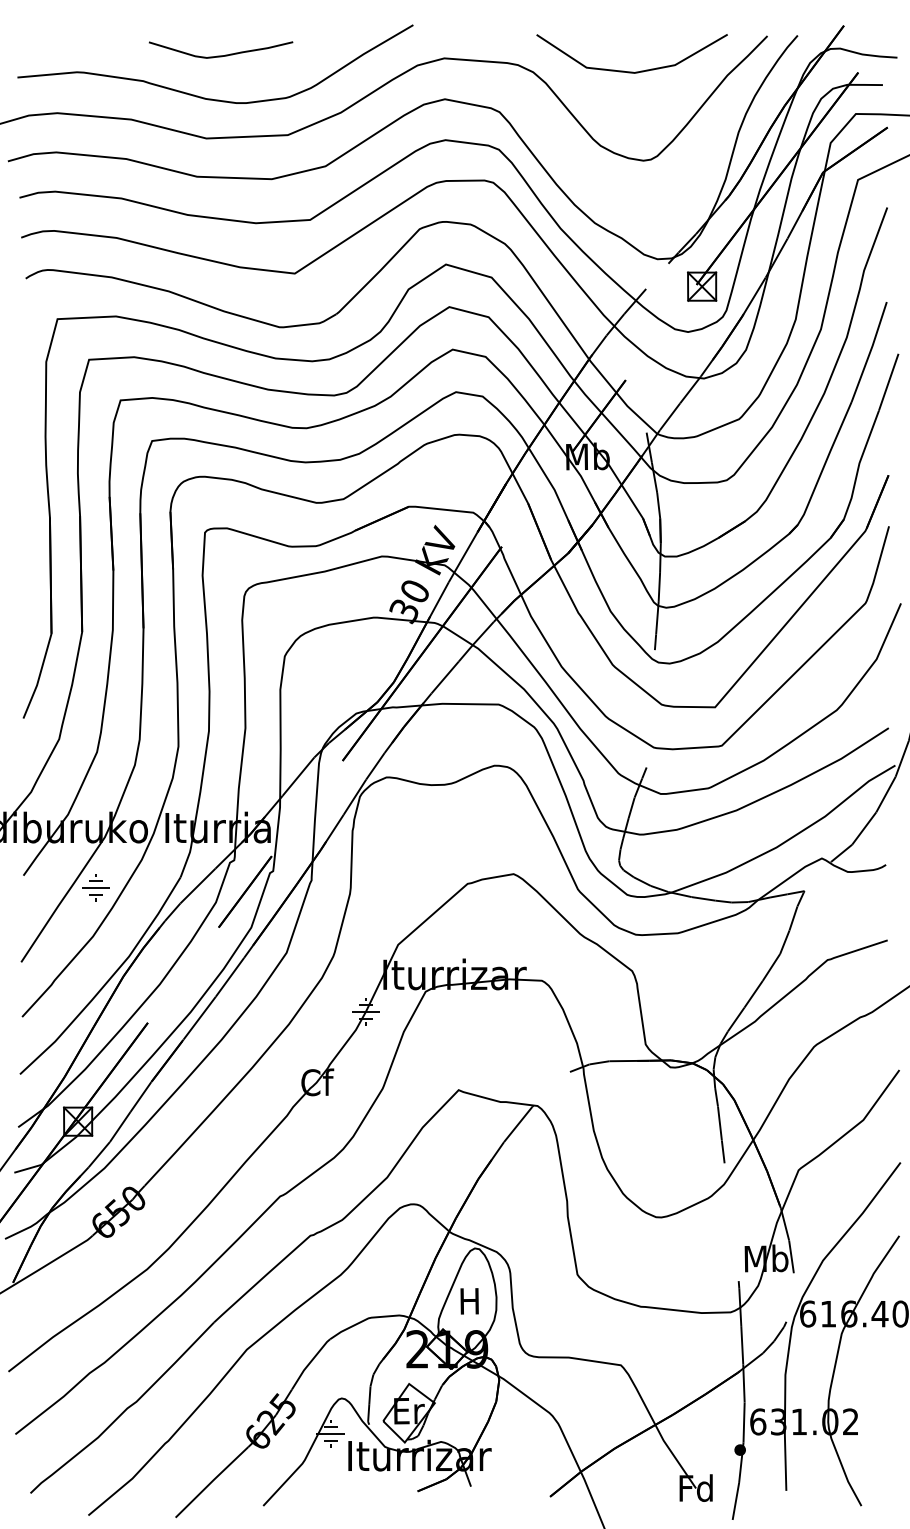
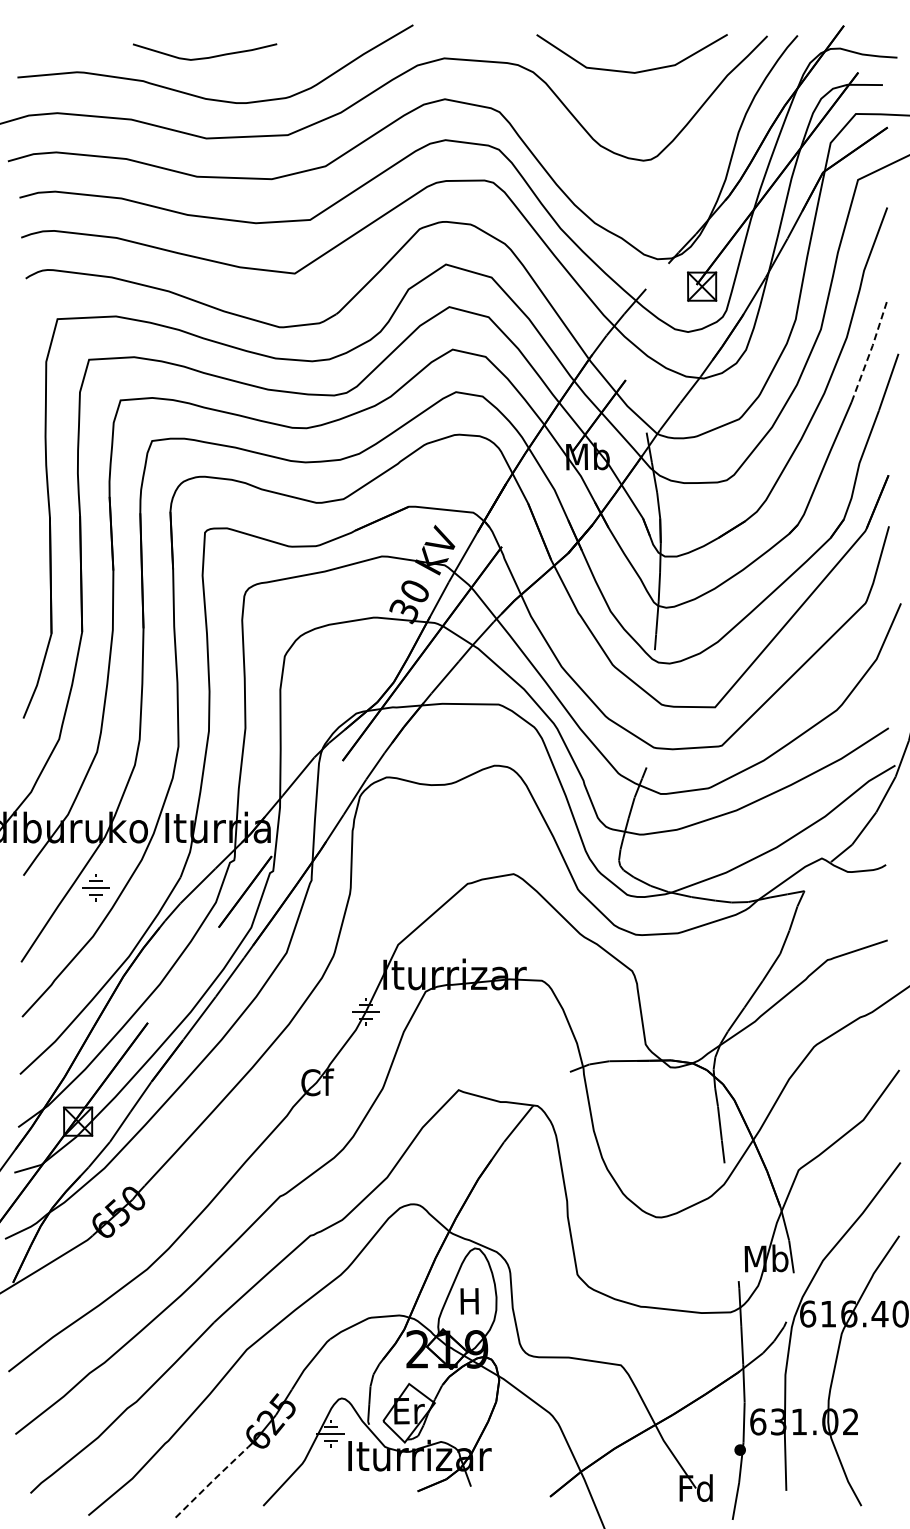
curve at (221, 55) position: (221, 55) -> (205, 57)
line at (870, 352): solid -> dashed
line at (212, 1481): solid -> dashed
